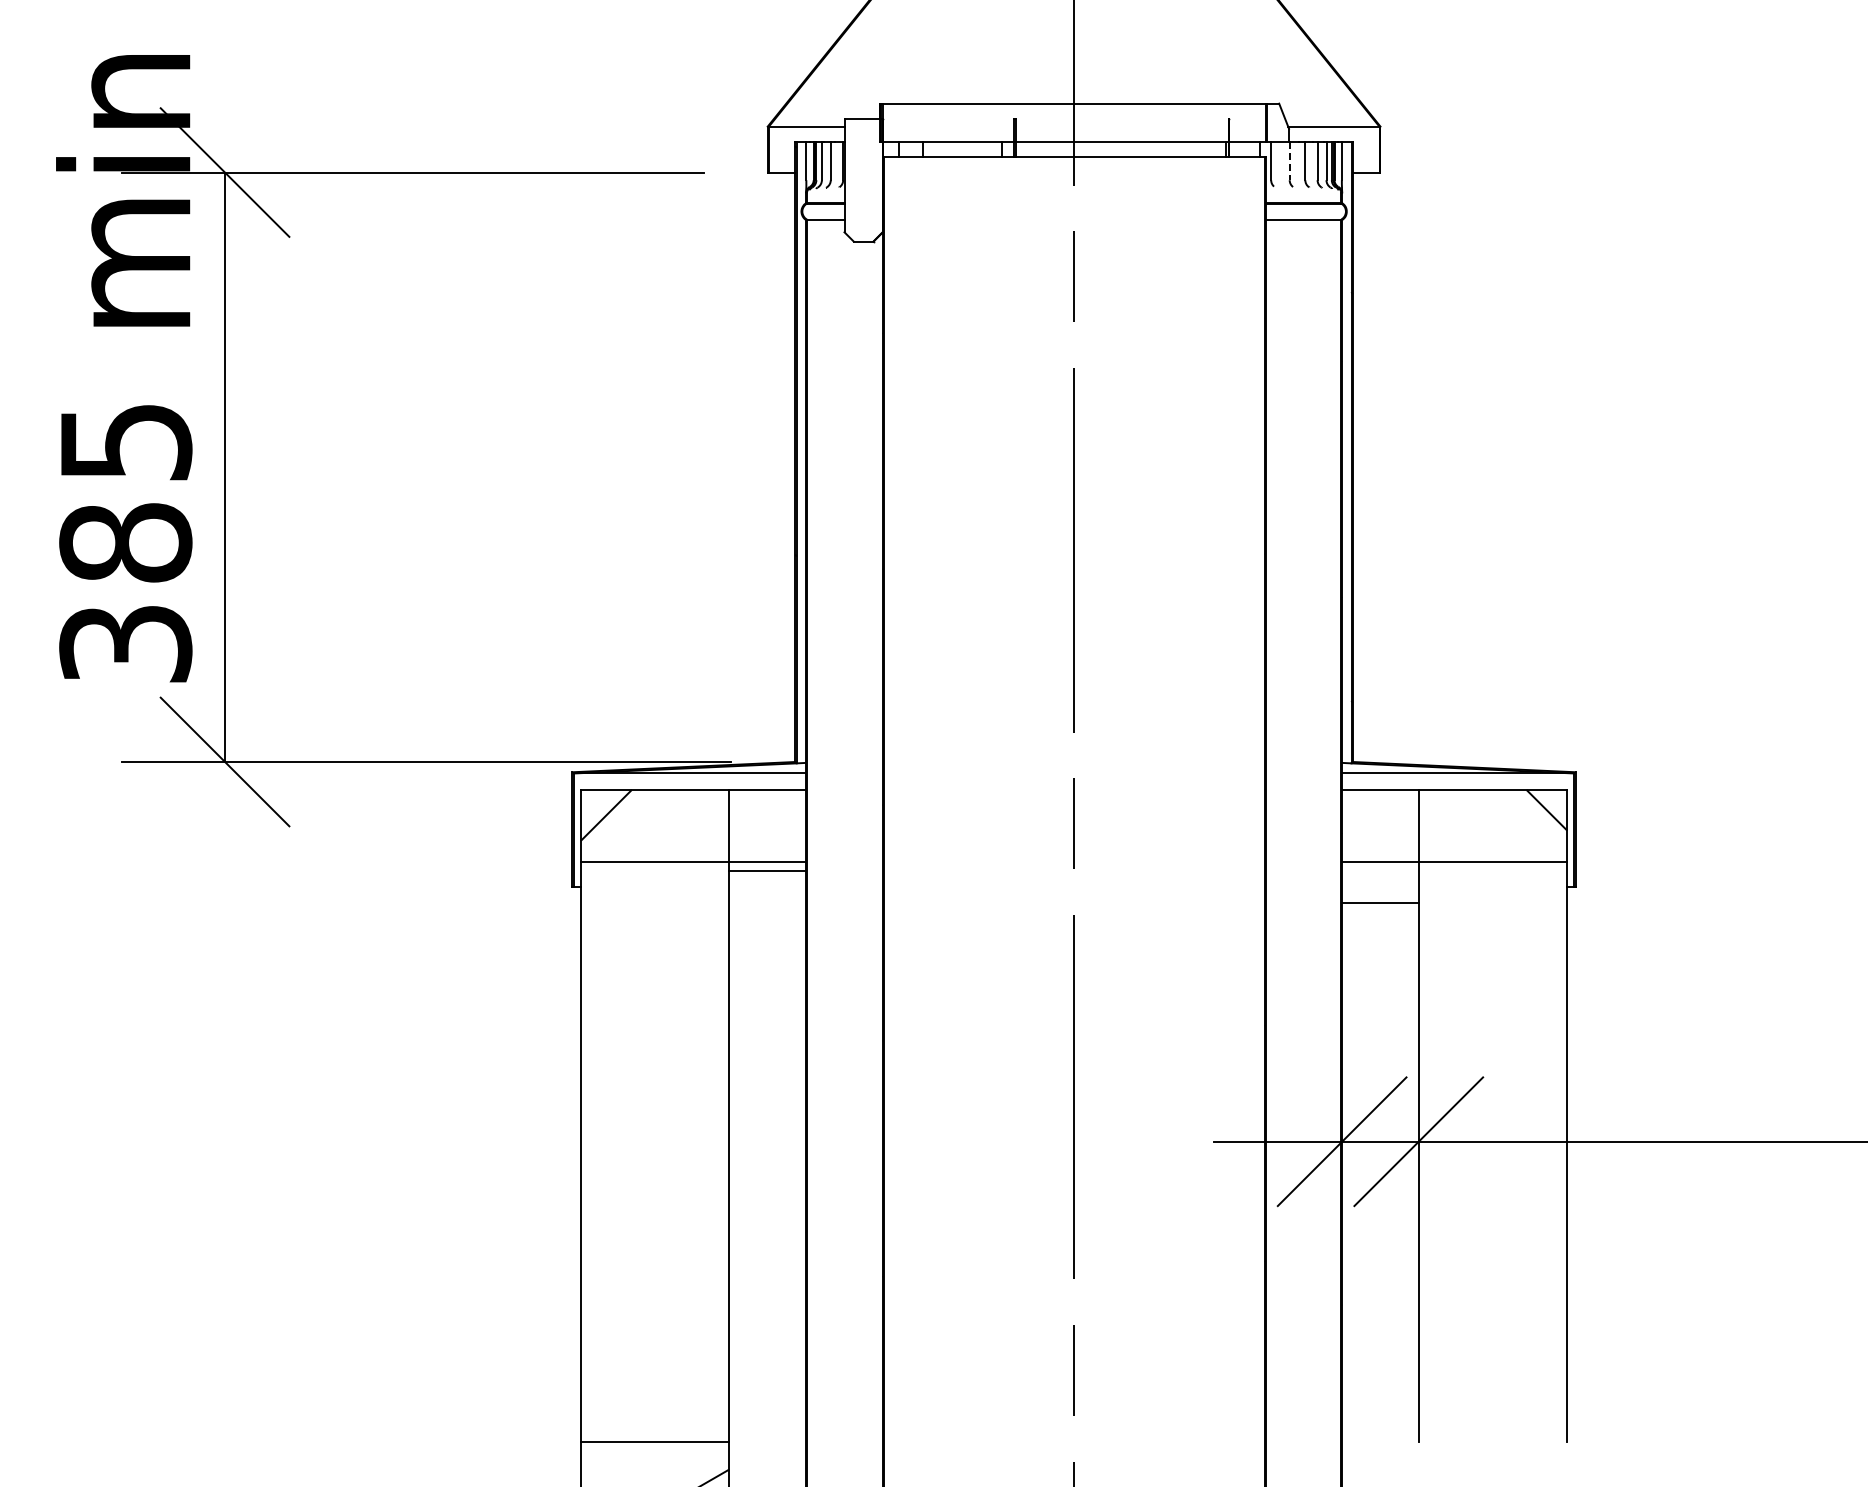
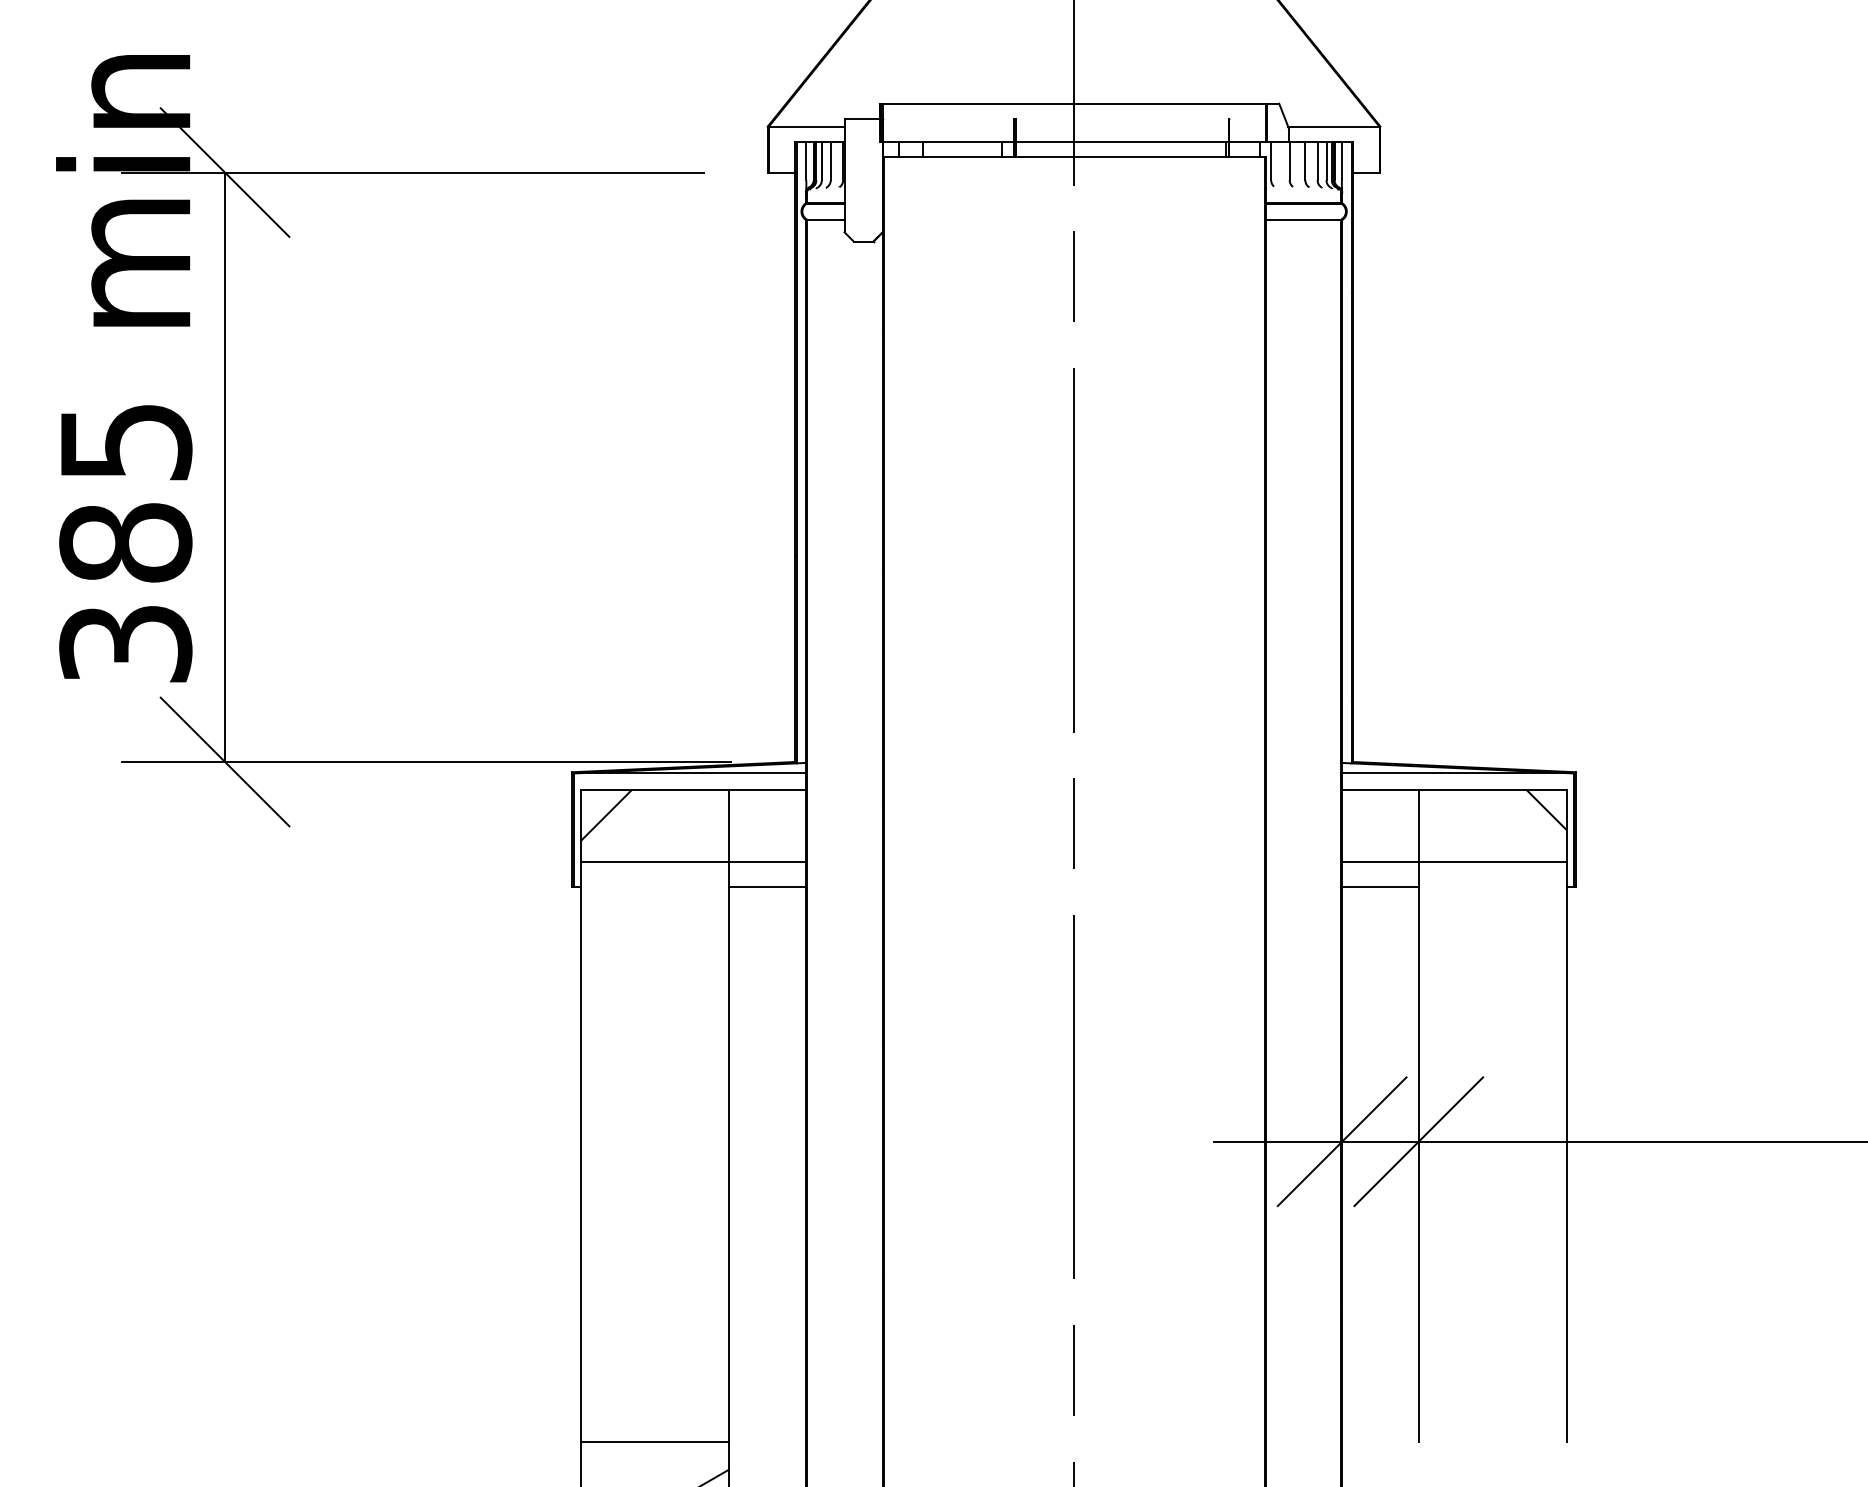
line at (1289, 161): dashed -> solid
line at (767, 871) position: (767, 871) -> (767, 887)
line at (1380, 903) position: (1380, 903) -> (1380, 887)
